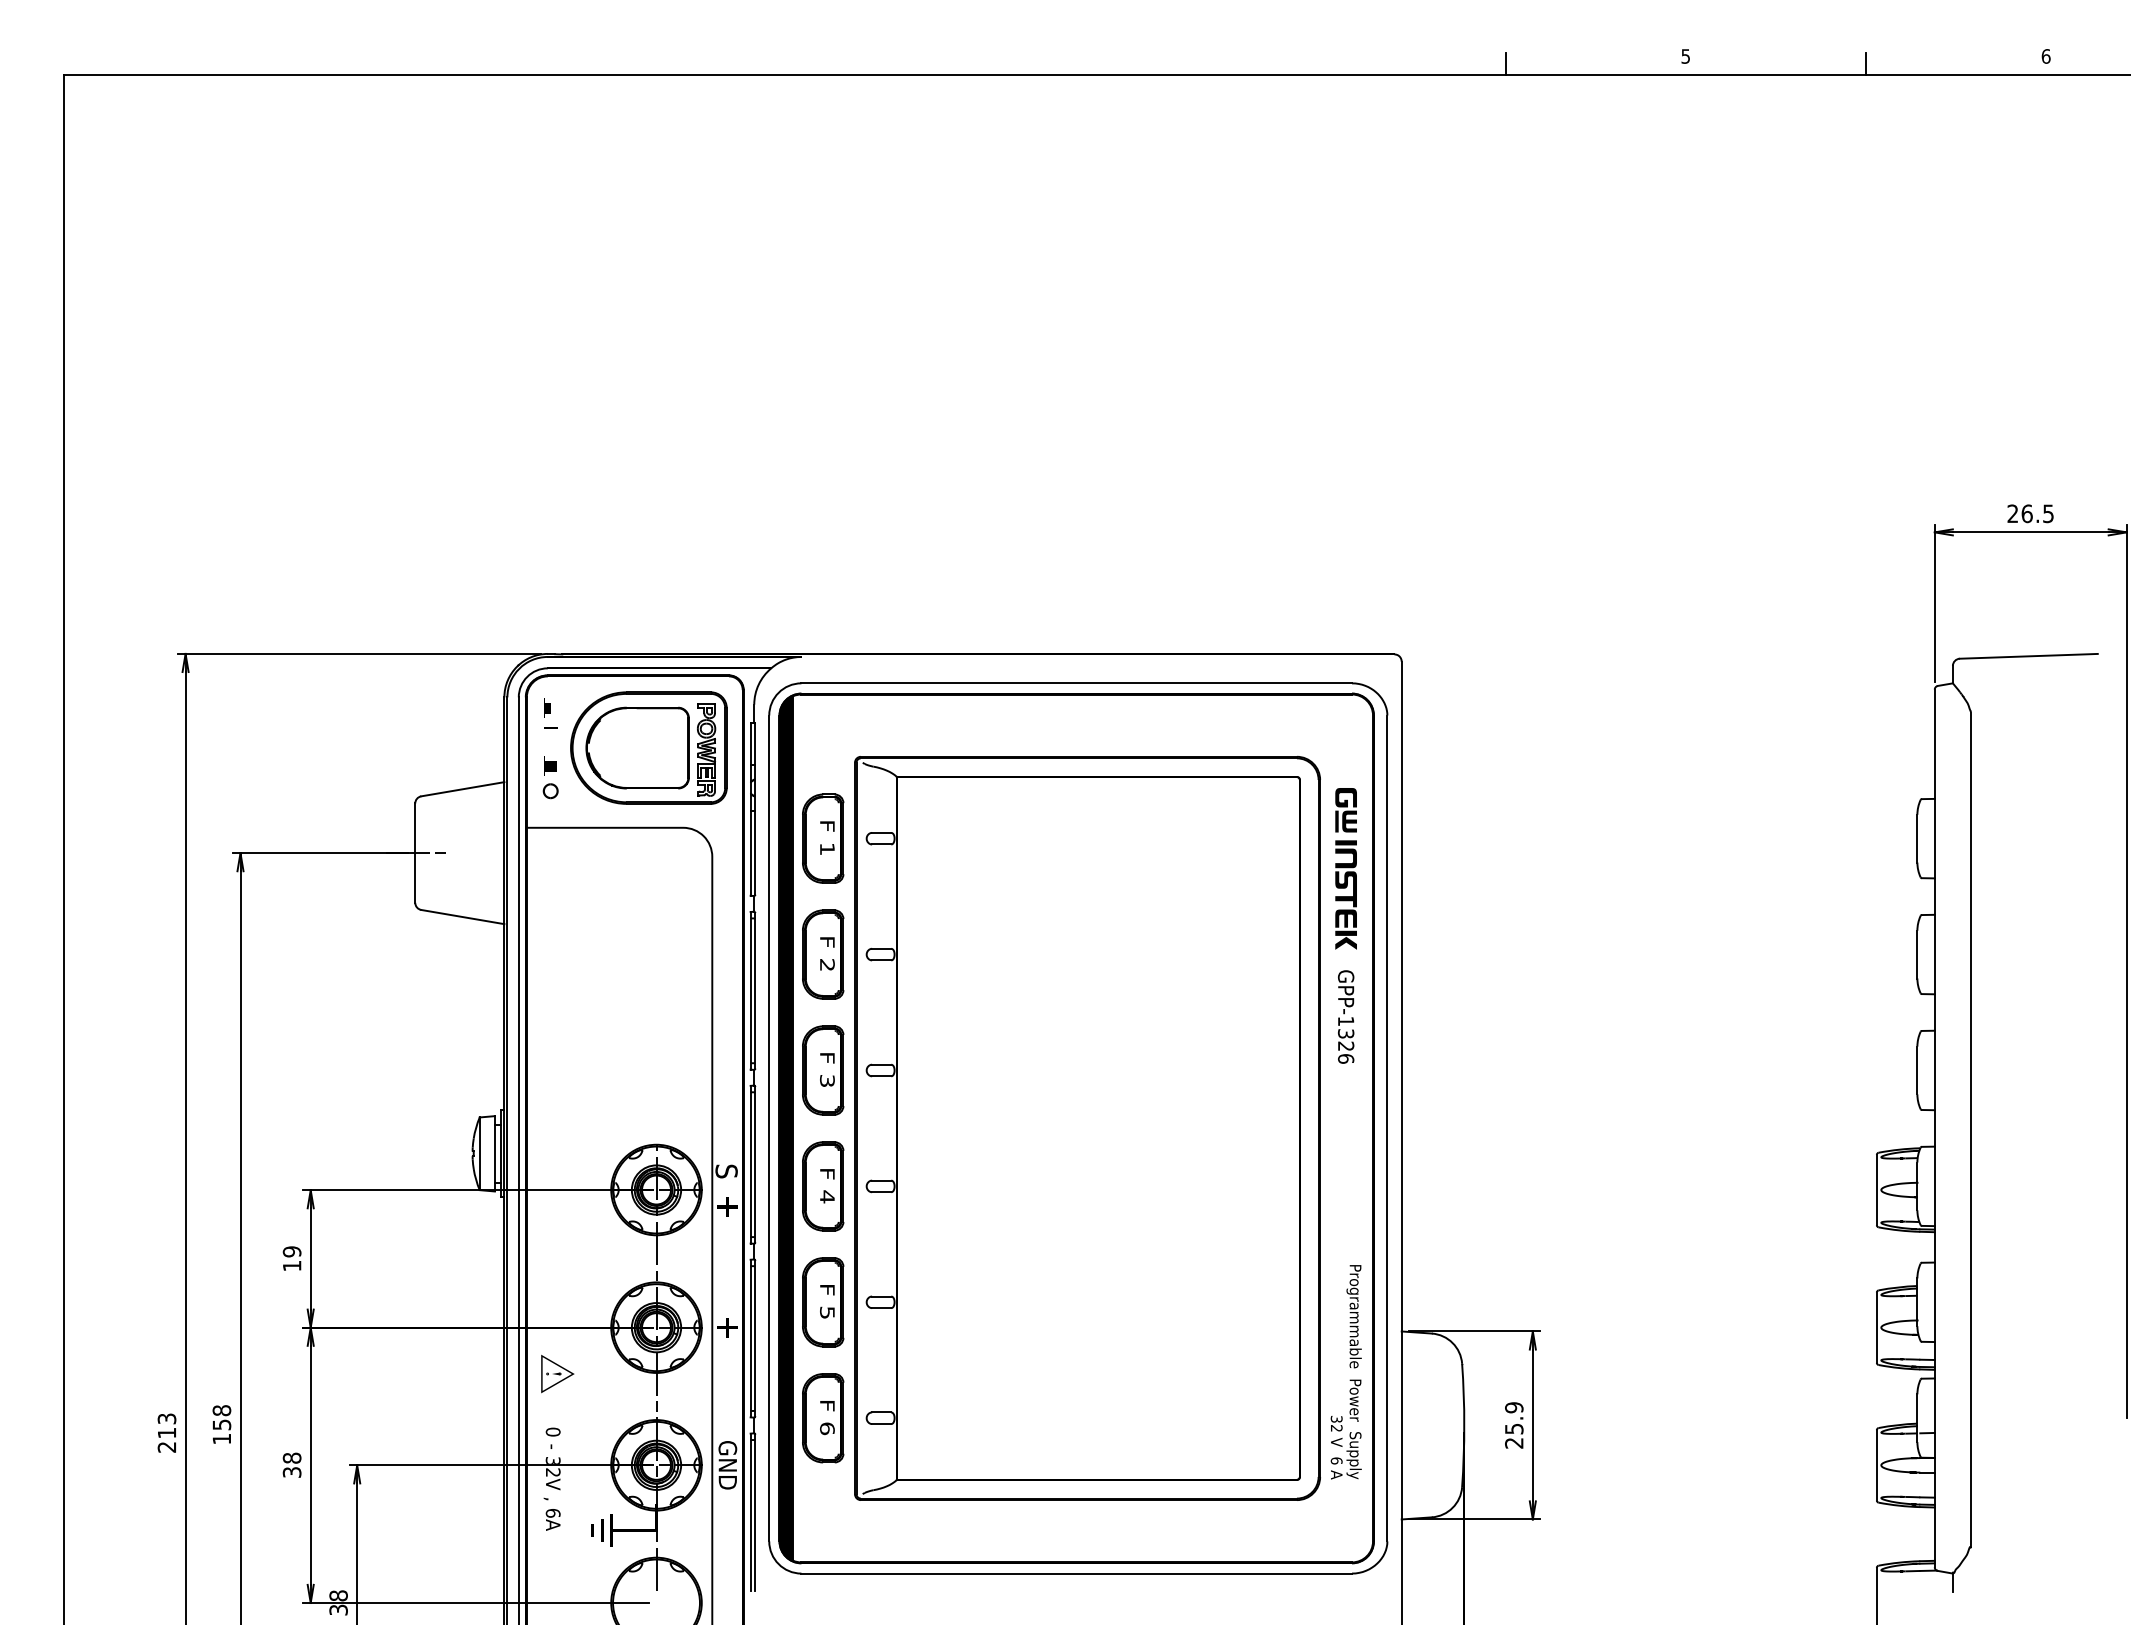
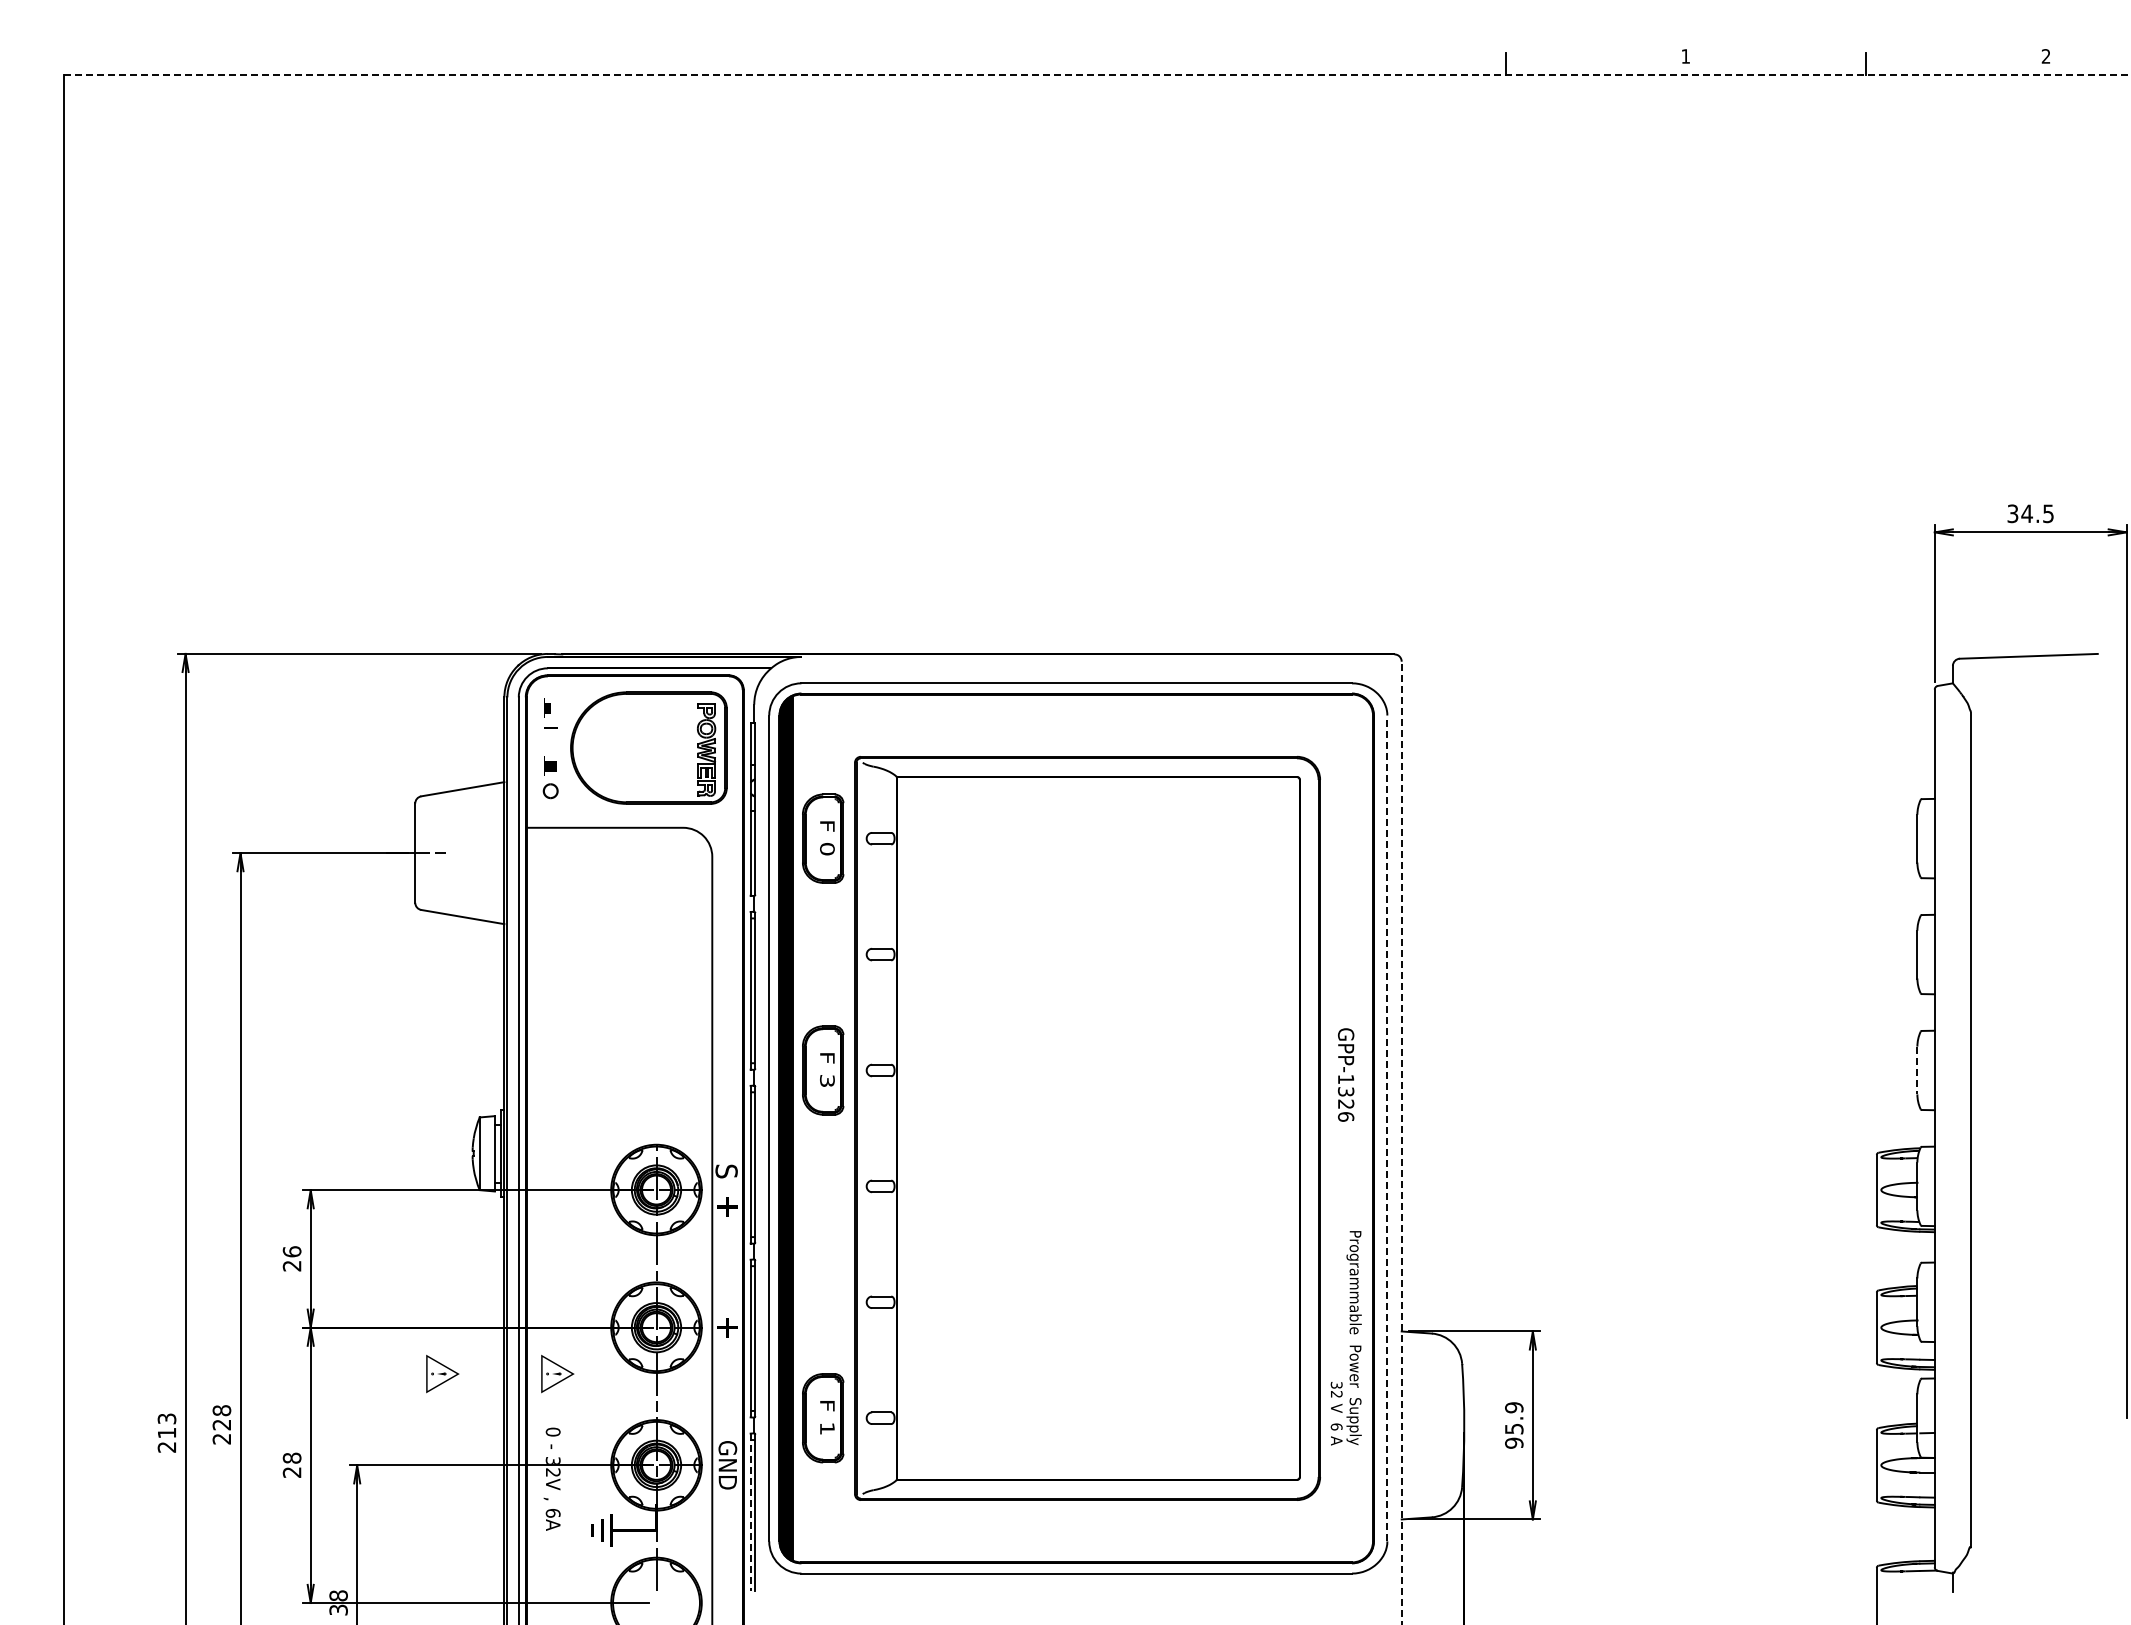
text at (1685, 56): 5 -> 1
text at (2045, 56): 6 -> 2
line at (1097, 75): solid -> dashed
text at (2019, 513): 26.5 -> 34.5
part at (637, 747): present -> none
text at (827, 849): 1 -> 0
part at (1345, 868): present -> none
part at (823, 954): present -> none
text at (1346, 1016) position: (1346, 1016) -> (1346, 1074)
line at (1917, 1070): solid -> dashed
line at (1387, 1128): solid -> dashed
line at (1401, 1142): solid -> dashed
part at (823, 1186): present -> none
text at (291, 1258): 19 -> 26
part at (823, 1302): present -> none
text at (1345, 1372) position: (1345, 1372) -> (1345, 1338)
part at (442, 1374): none -> present
text at (827, 1428): 6 -> 1
text at (221, 1431): 158 -> 228
text at (1514, 1442): 25.9 -> 95.9
text at (292, 1472): 38 -> 28
line at (750, 1512): solid -> dashed
